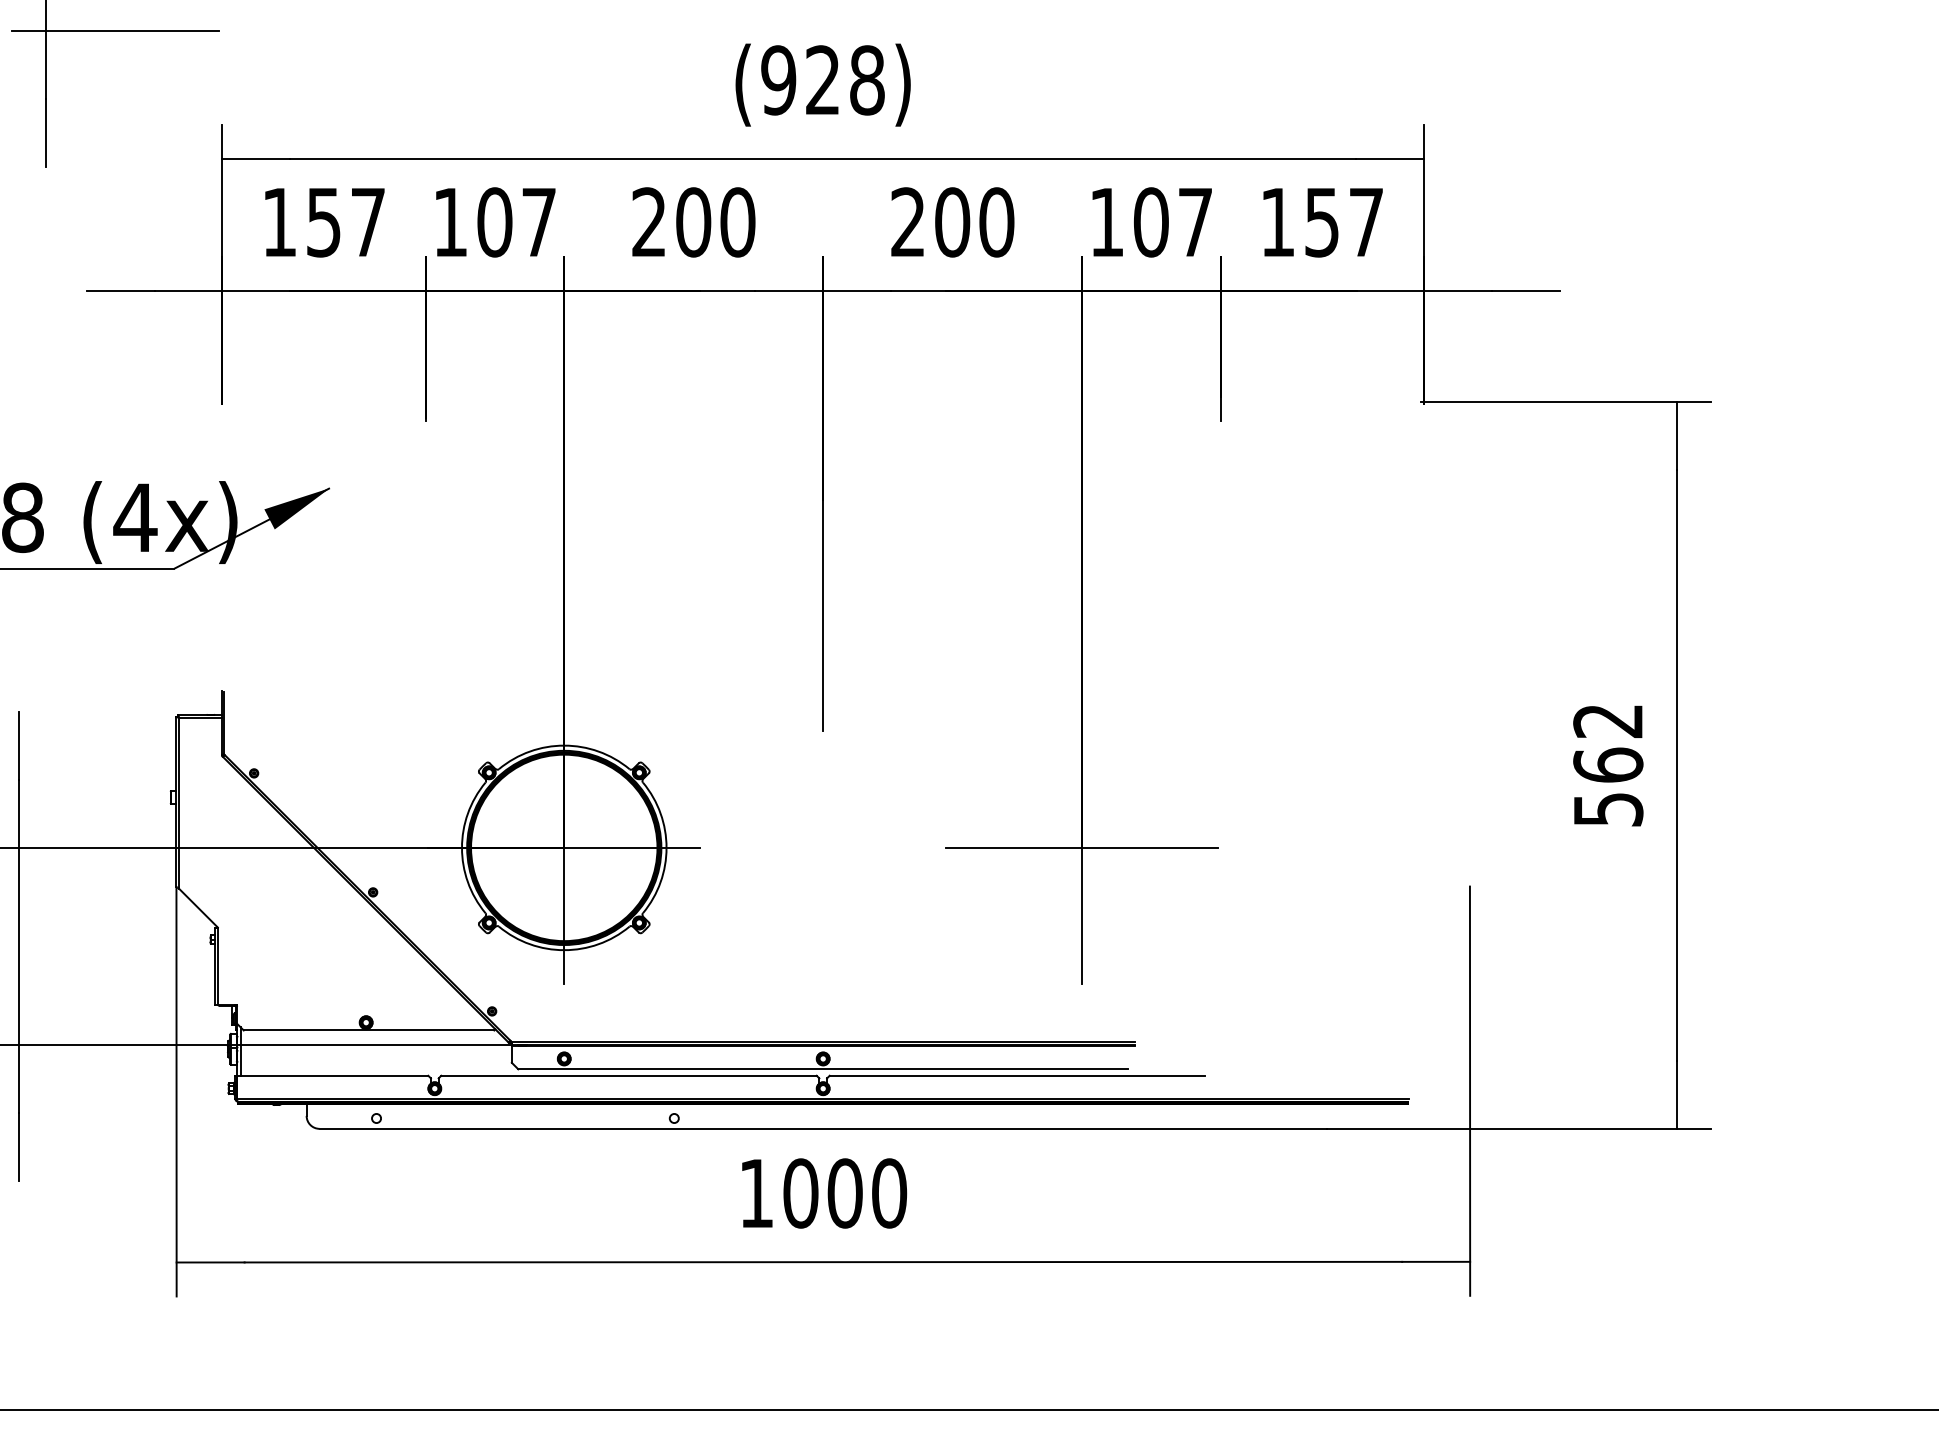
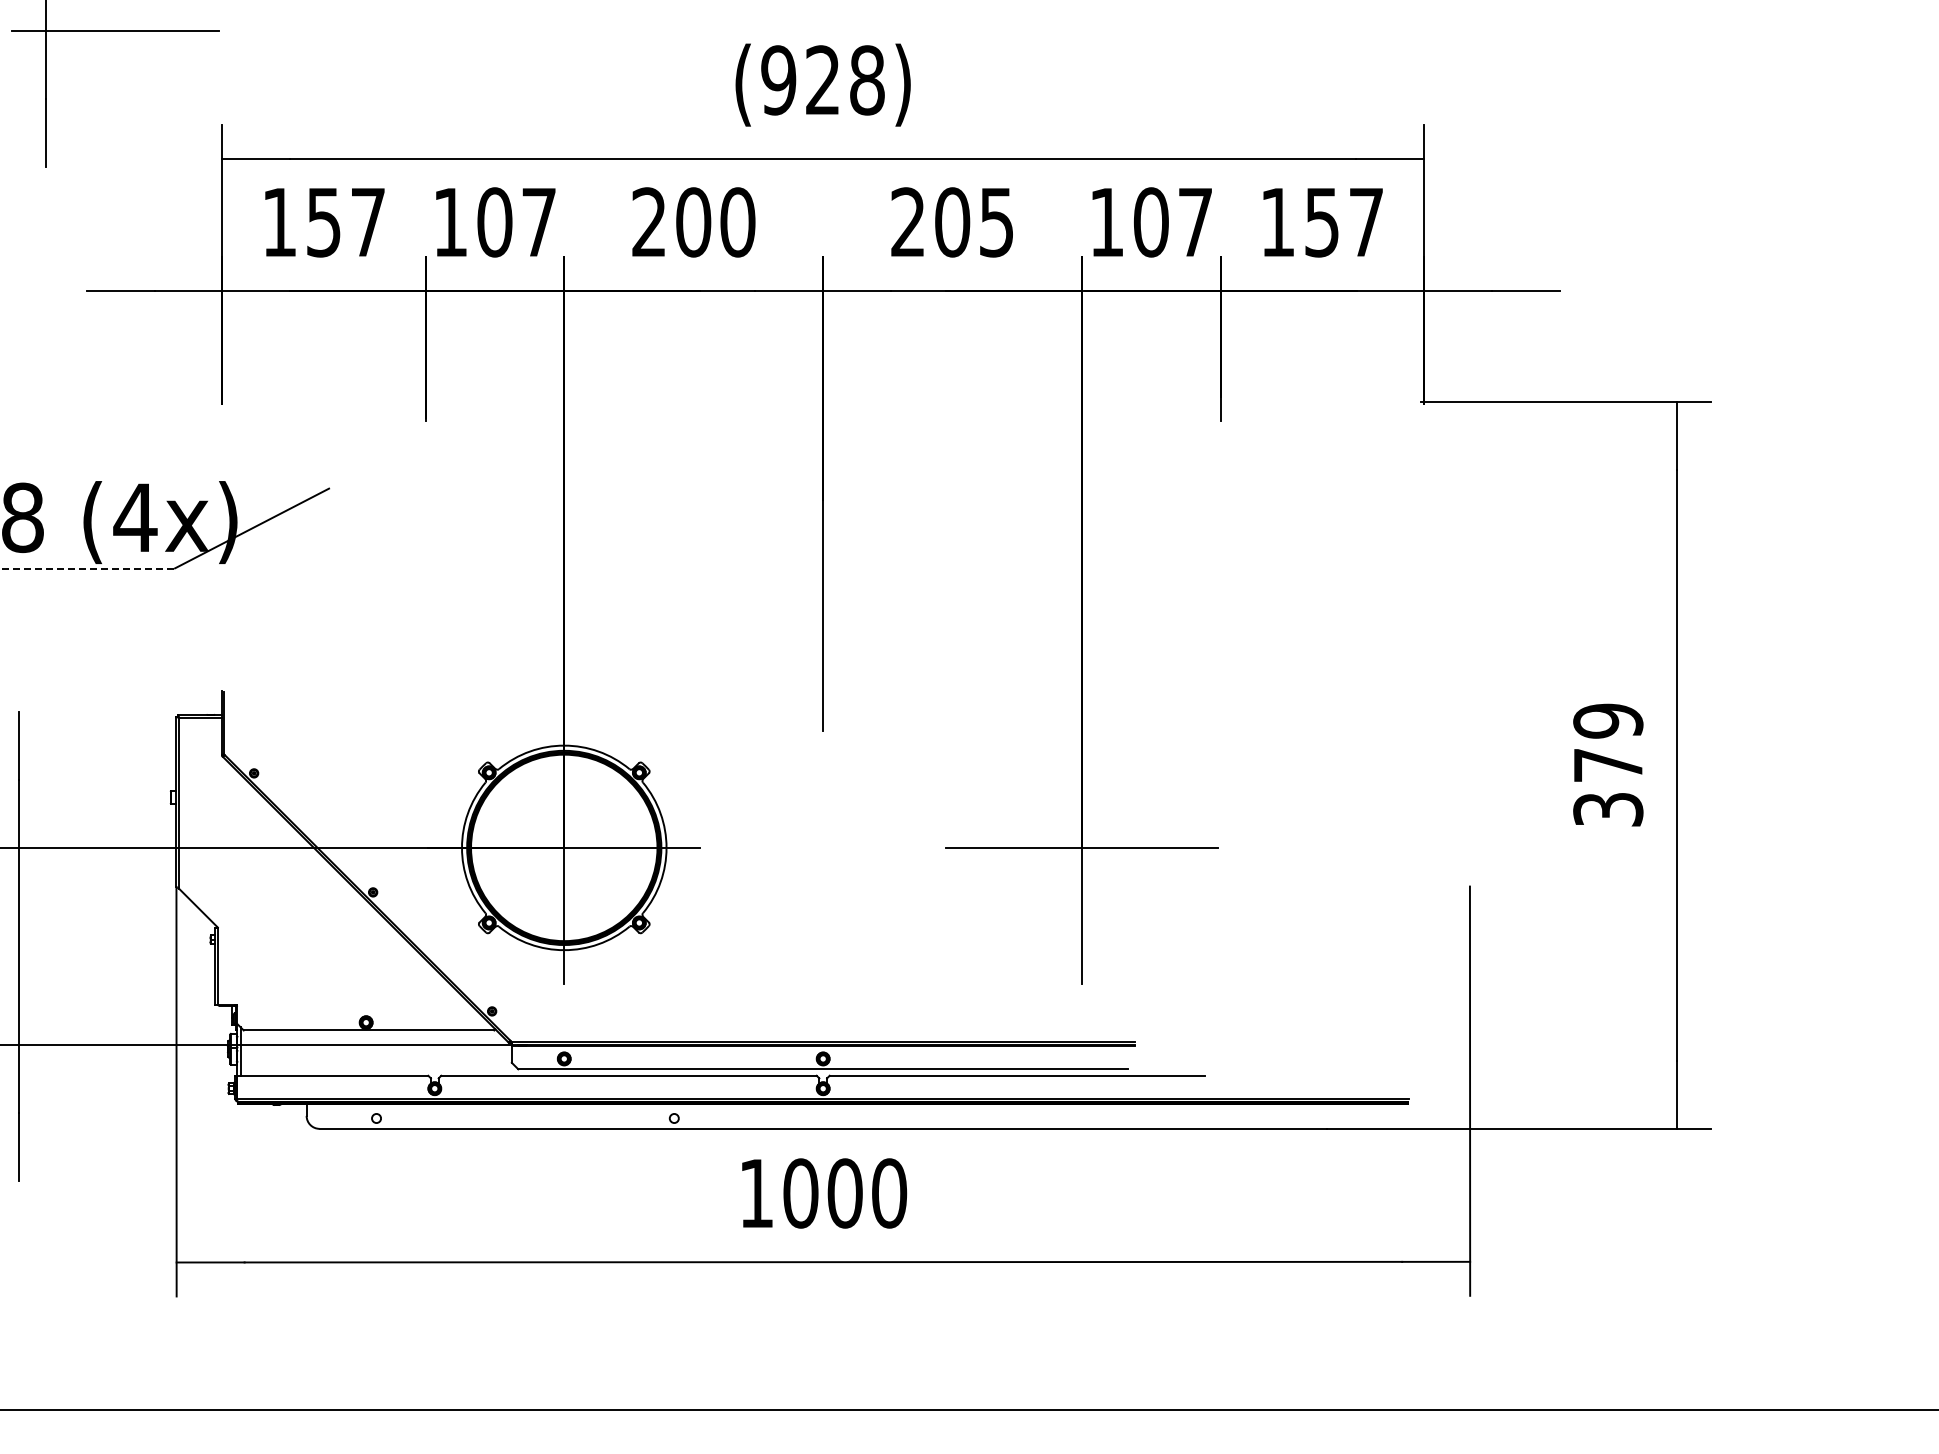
text at (996, 222): 200 -> 205
fill at (296, 508): present -> none
line at (87, 568): solid -> dashed
text at (1608, 764): 562 -> 379
